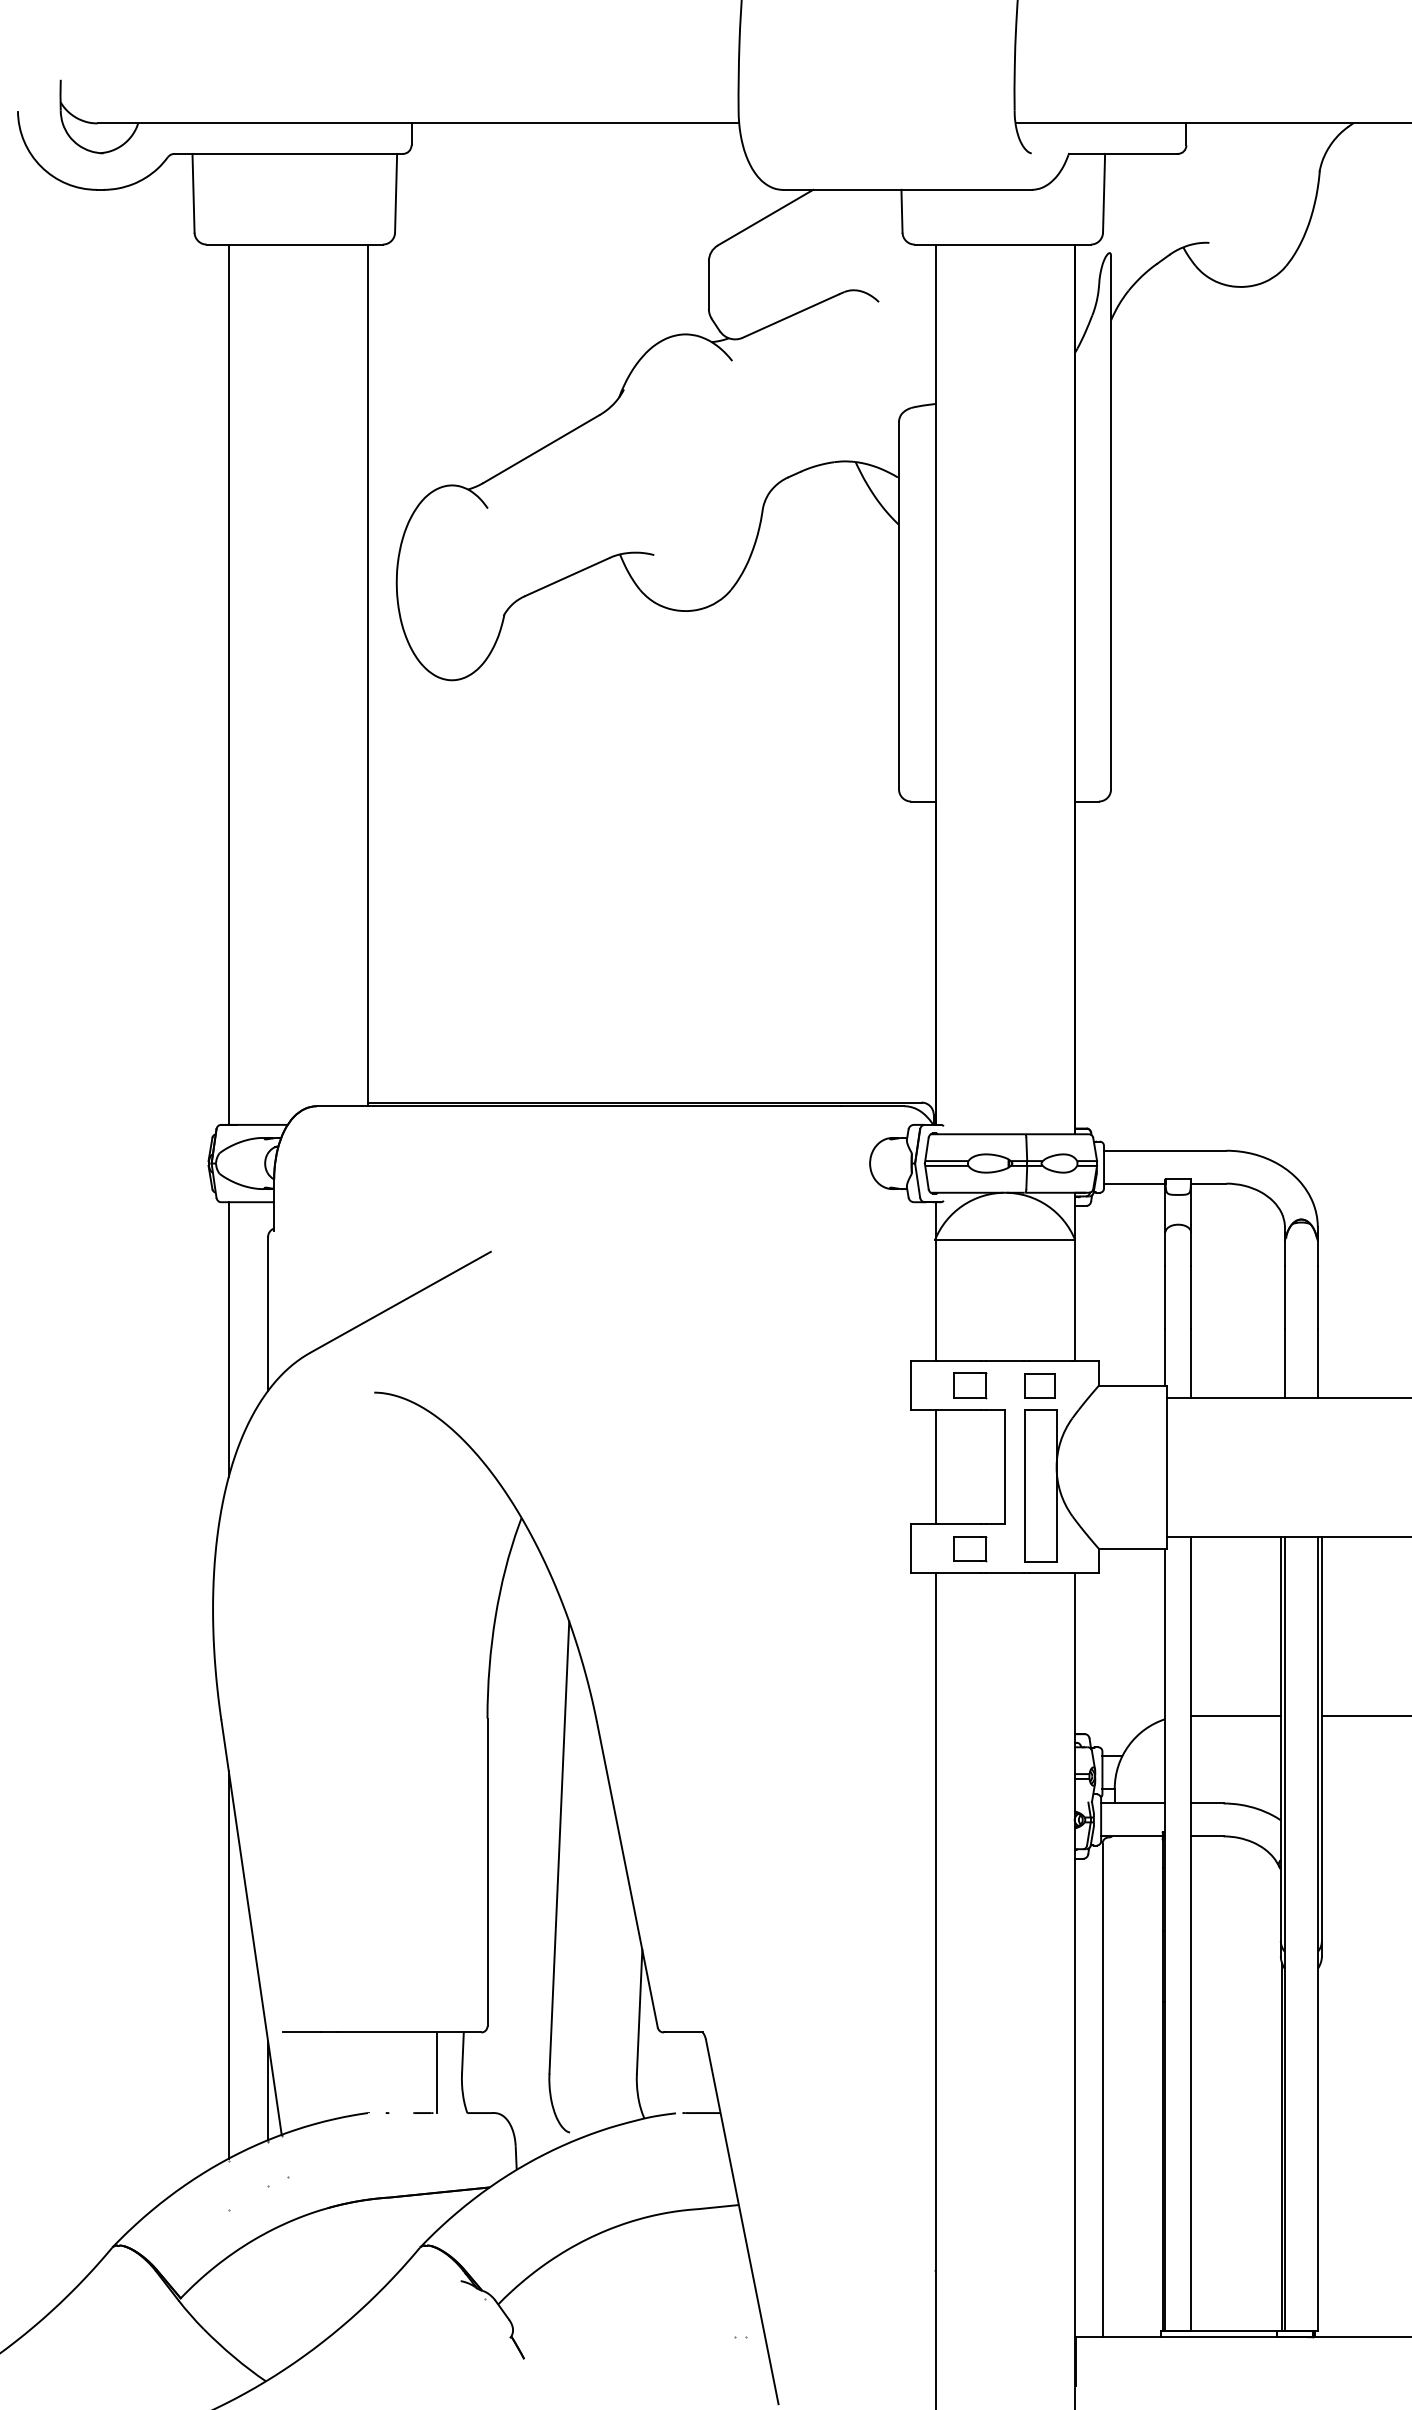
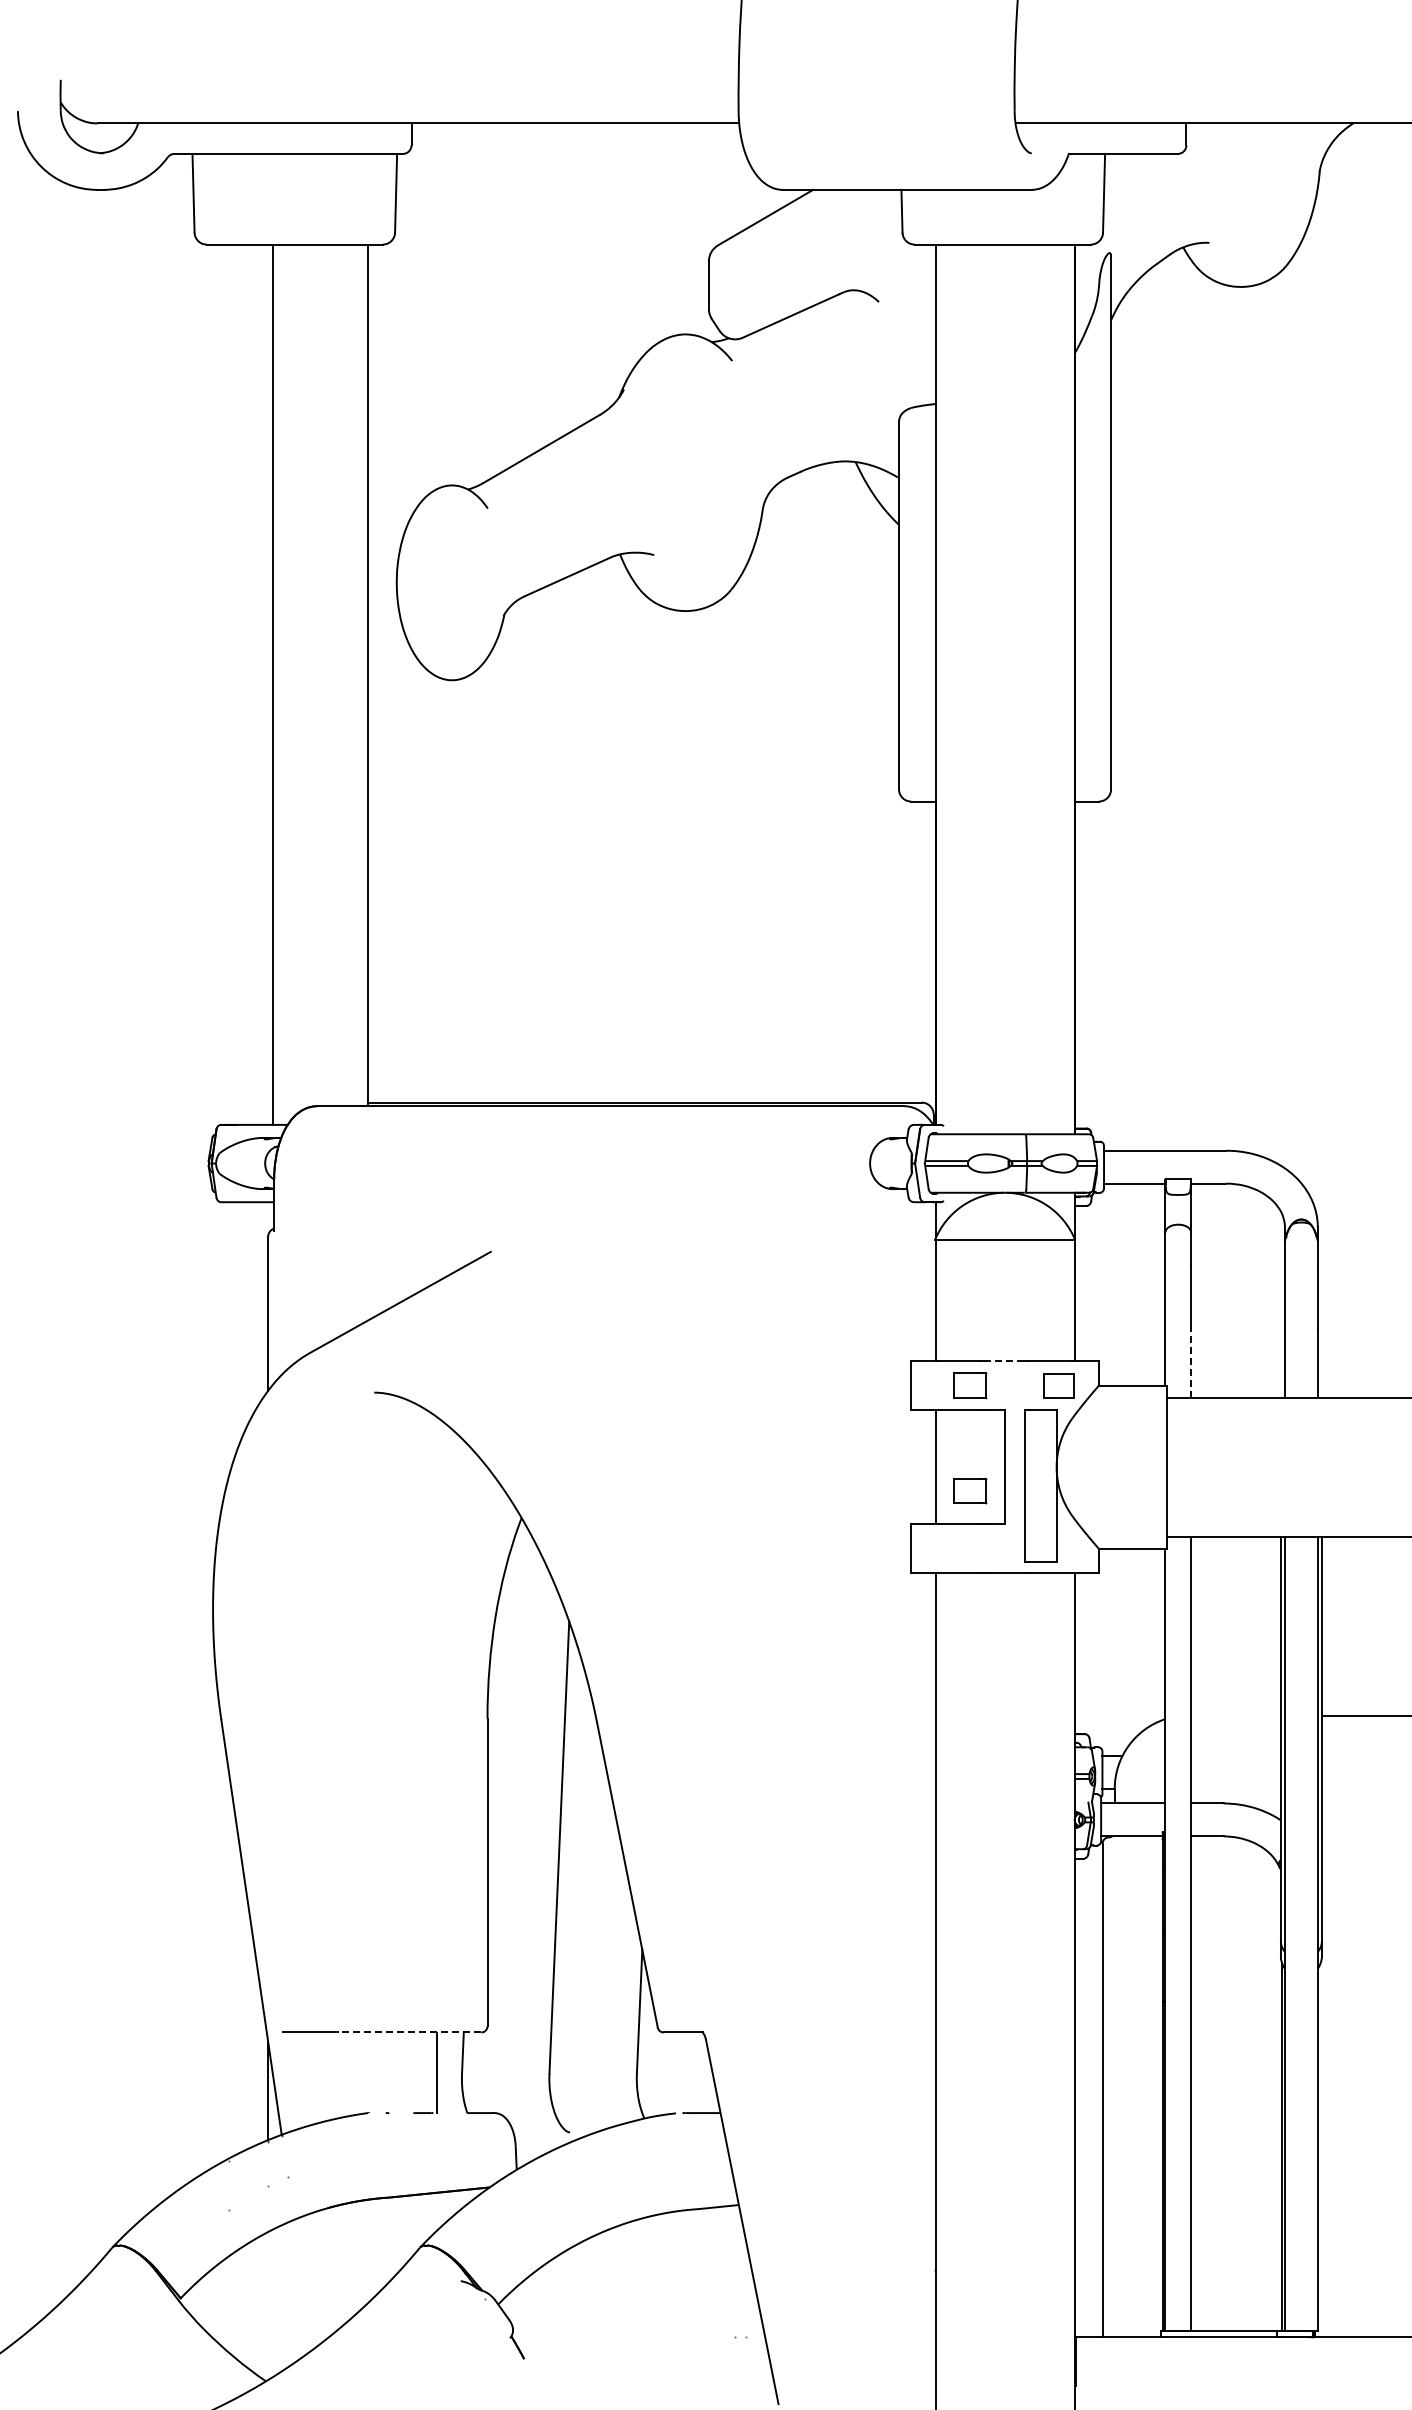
line at (228, 684) position: (228, 684) -> (272, 684)
line at (228, 1339): present -> none
line at (1004, 1361): solid -> dashed
line at (1191, 1363): solid -> dashed
part at (1039, 1385) position: (1039, 1385) -> (1058, 1385)
part at (970, 1549) position: (970, 1549) -> (970, 1491)
line at (1235, 1715): present -> none
line at (228, 1964): present -> none
line at (409, 2032): solid -> dashed
